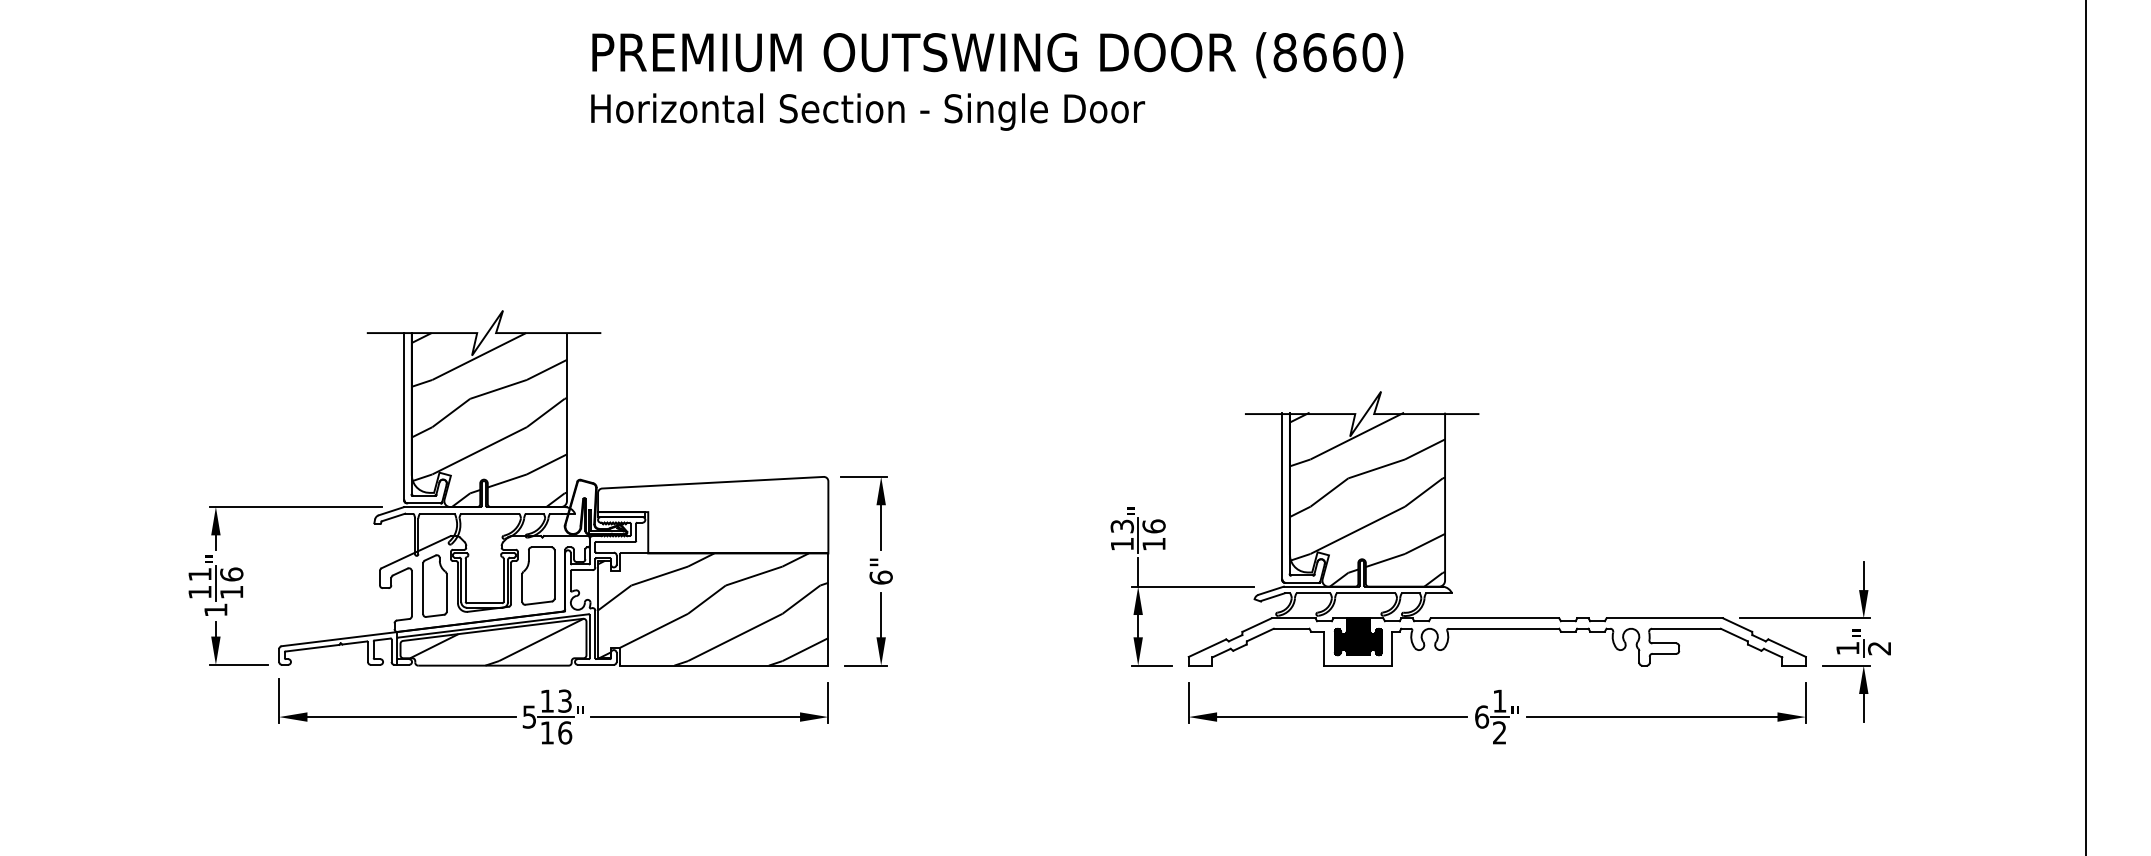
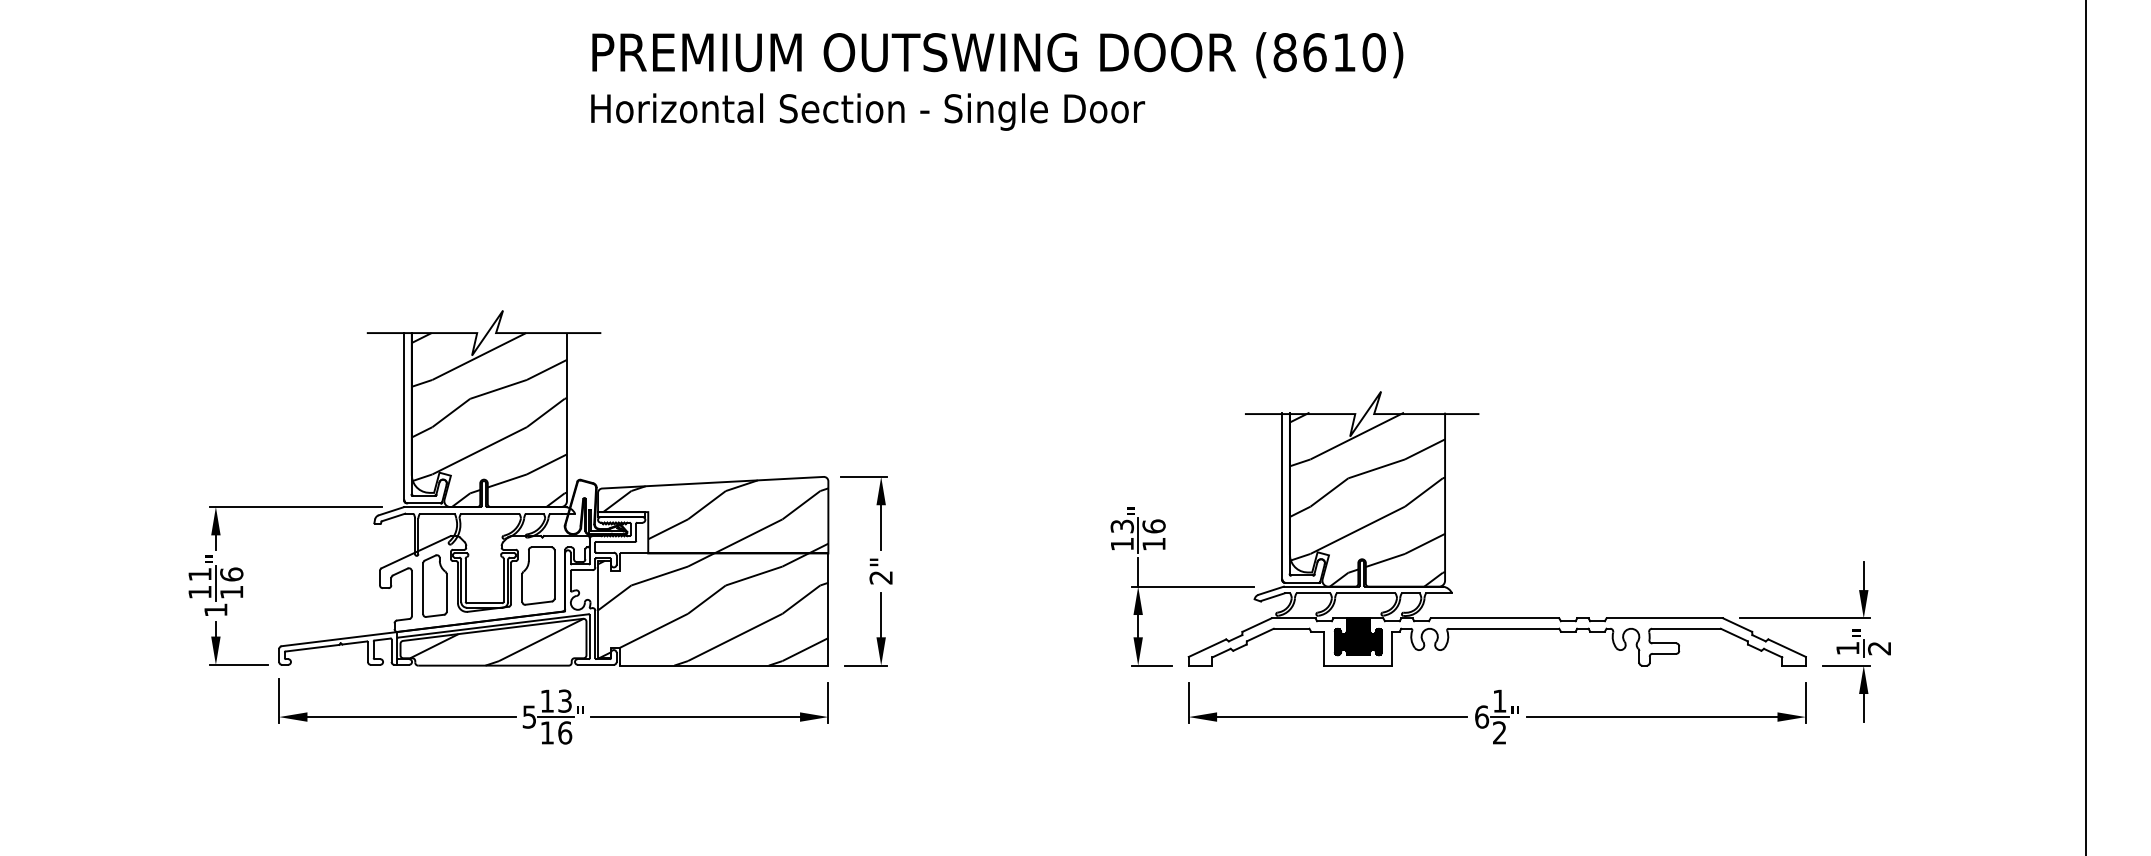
text at (1344, 52): (8660) -> (8610)
hatch at (715, 516): none -> present
text at (880, 577): 6" -> 2"
